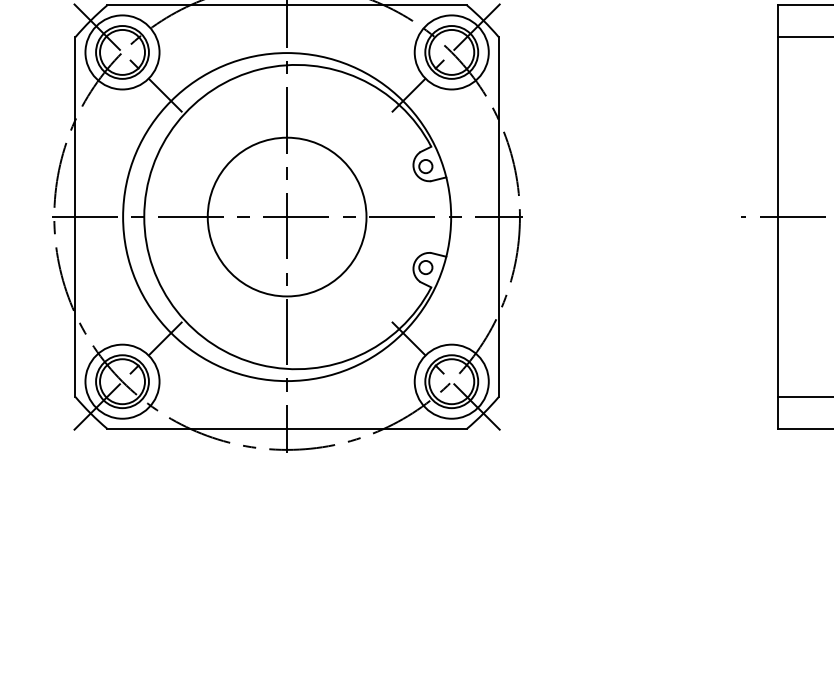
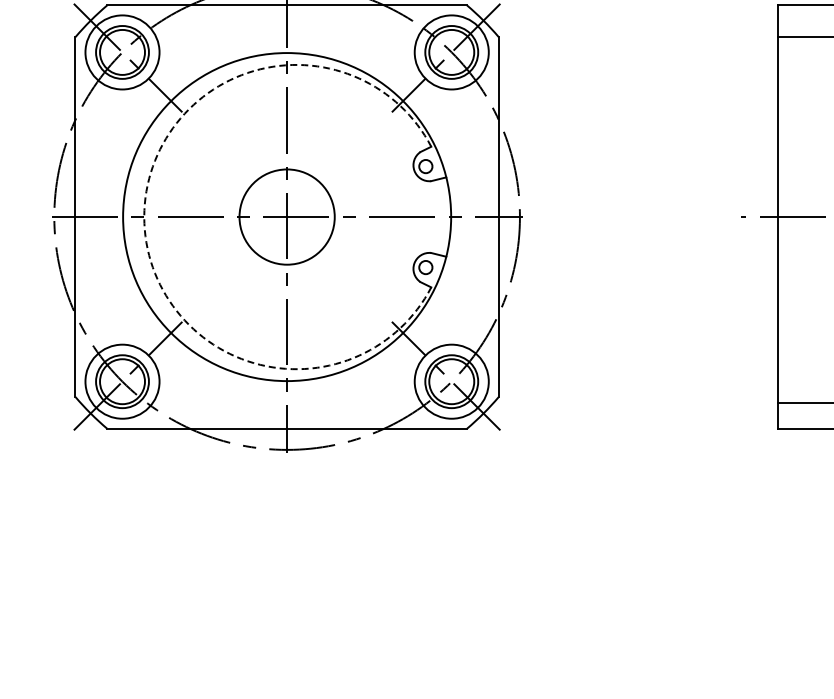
circle at (286, 216) diameter: 159 px -> 95 px
arc at (144, 217): solid -> dashed
line at (804, 397) position: (804, 397) -> (804, 403)
